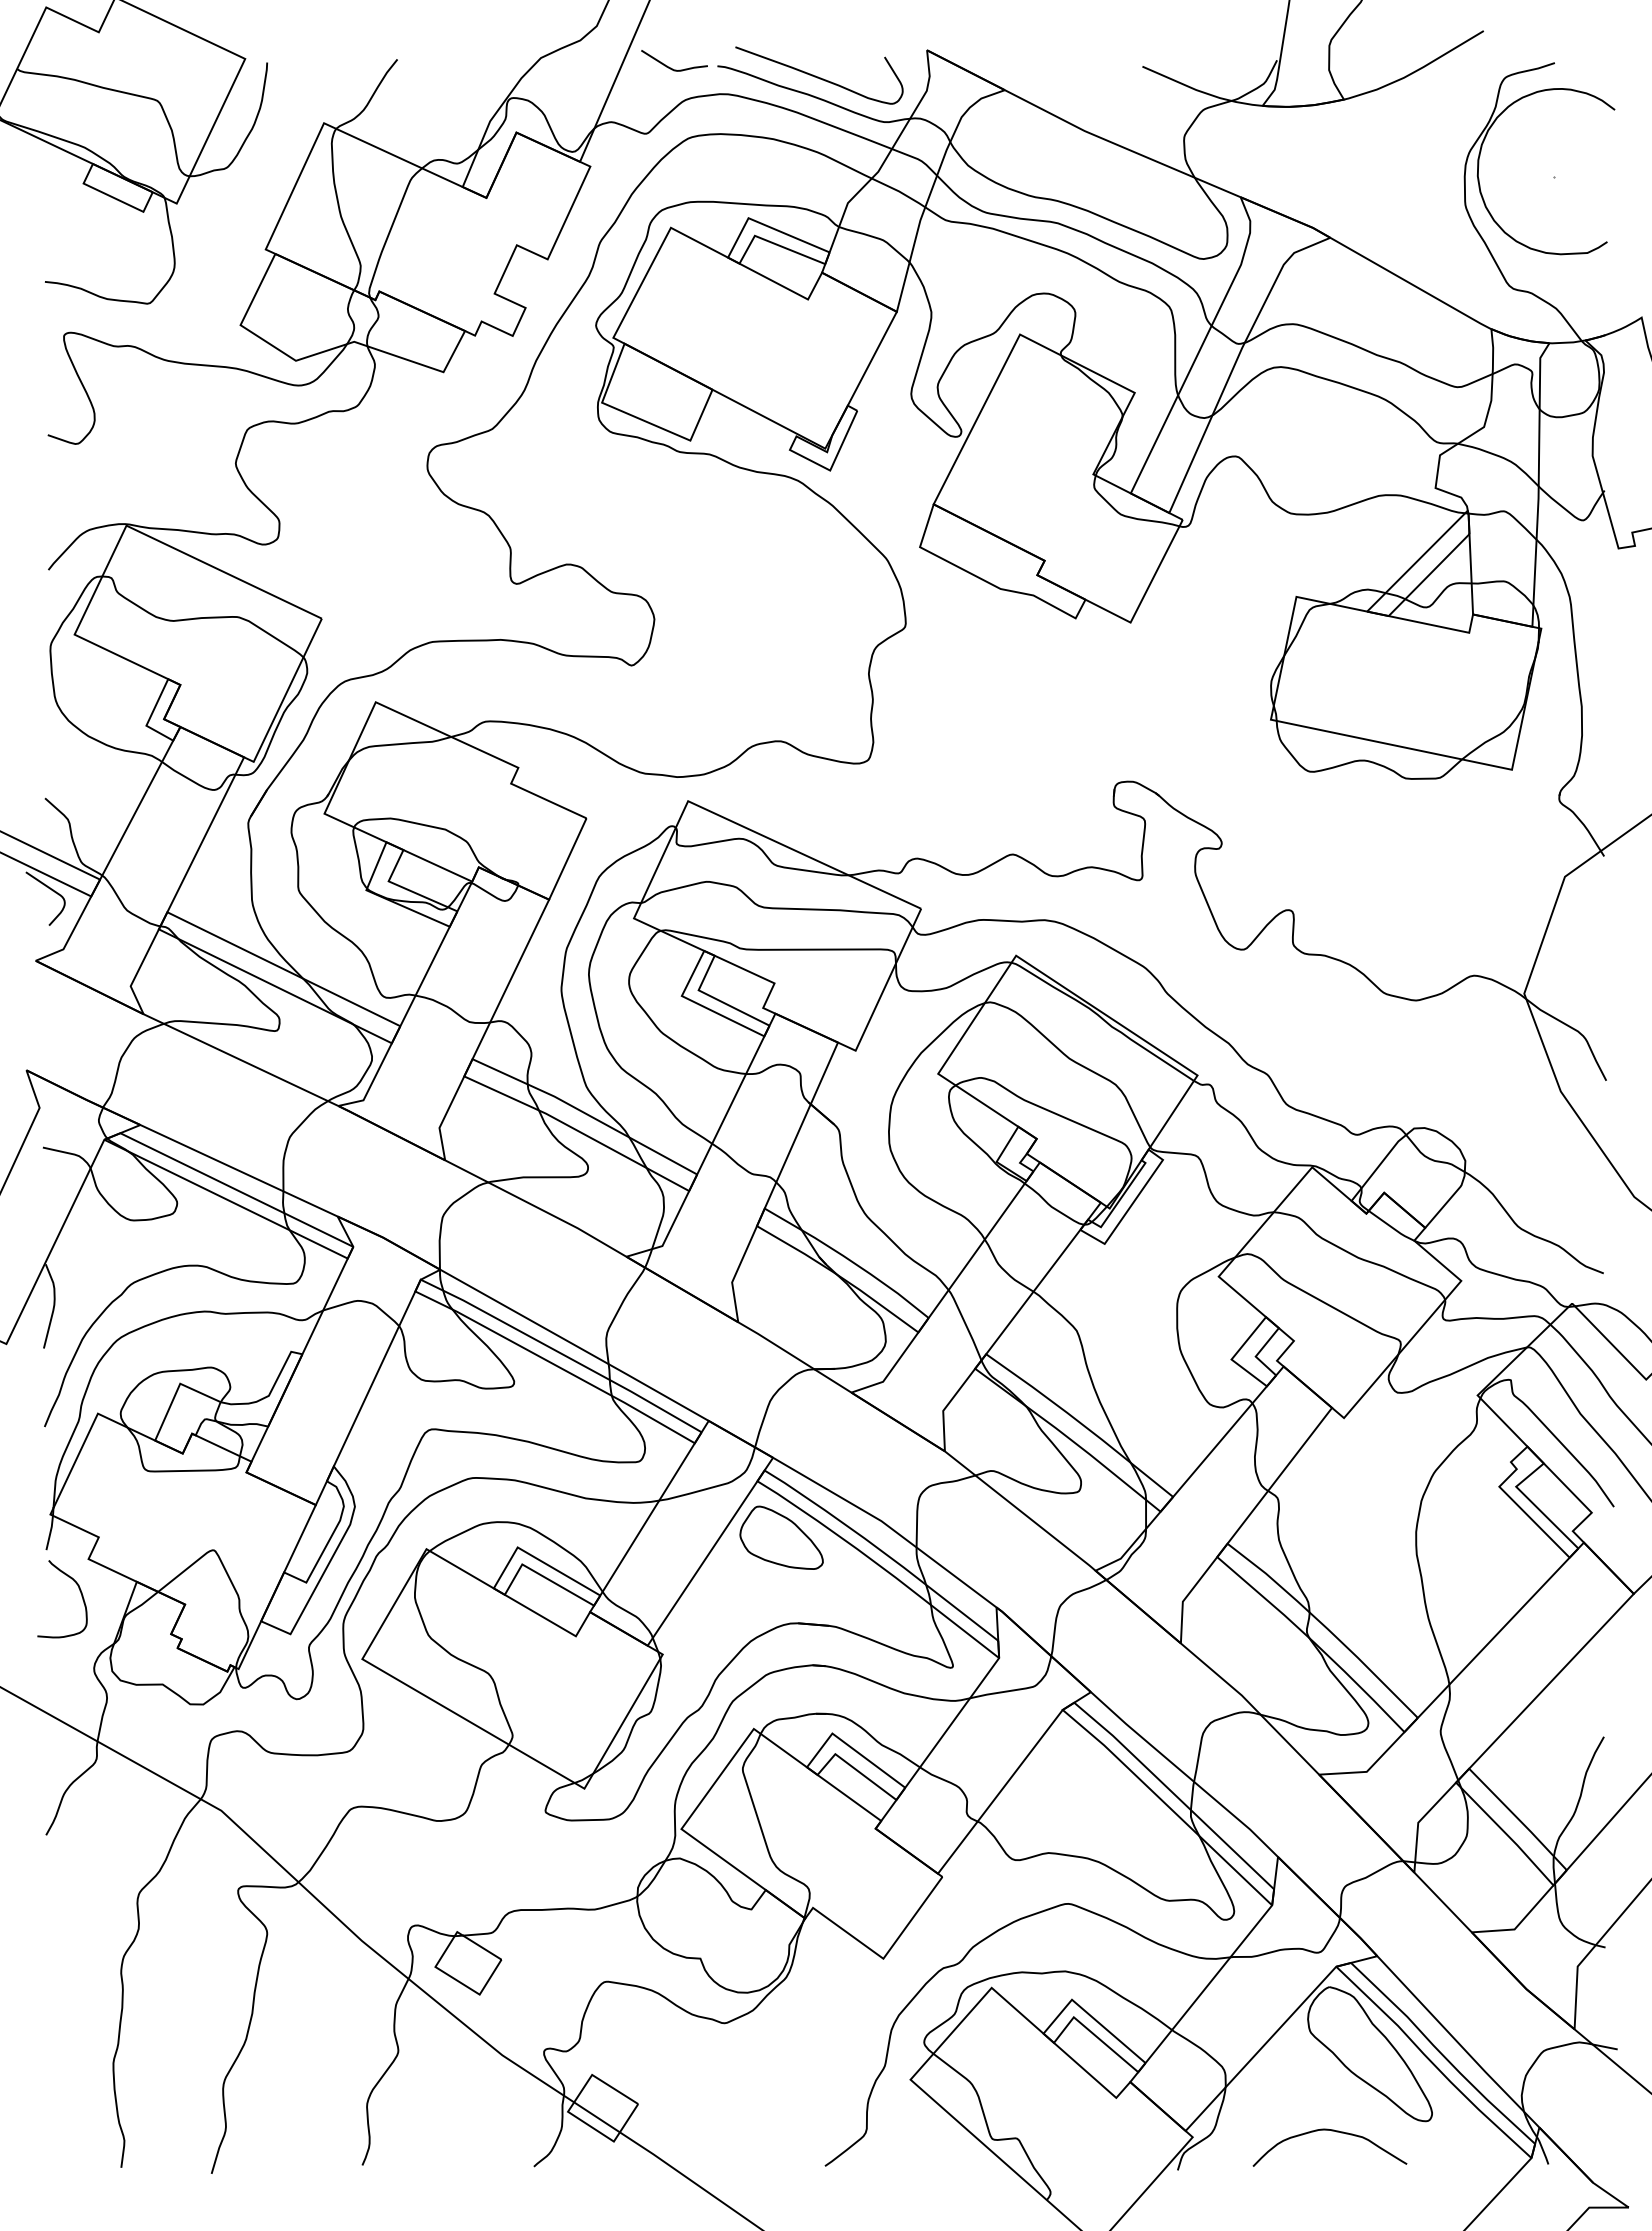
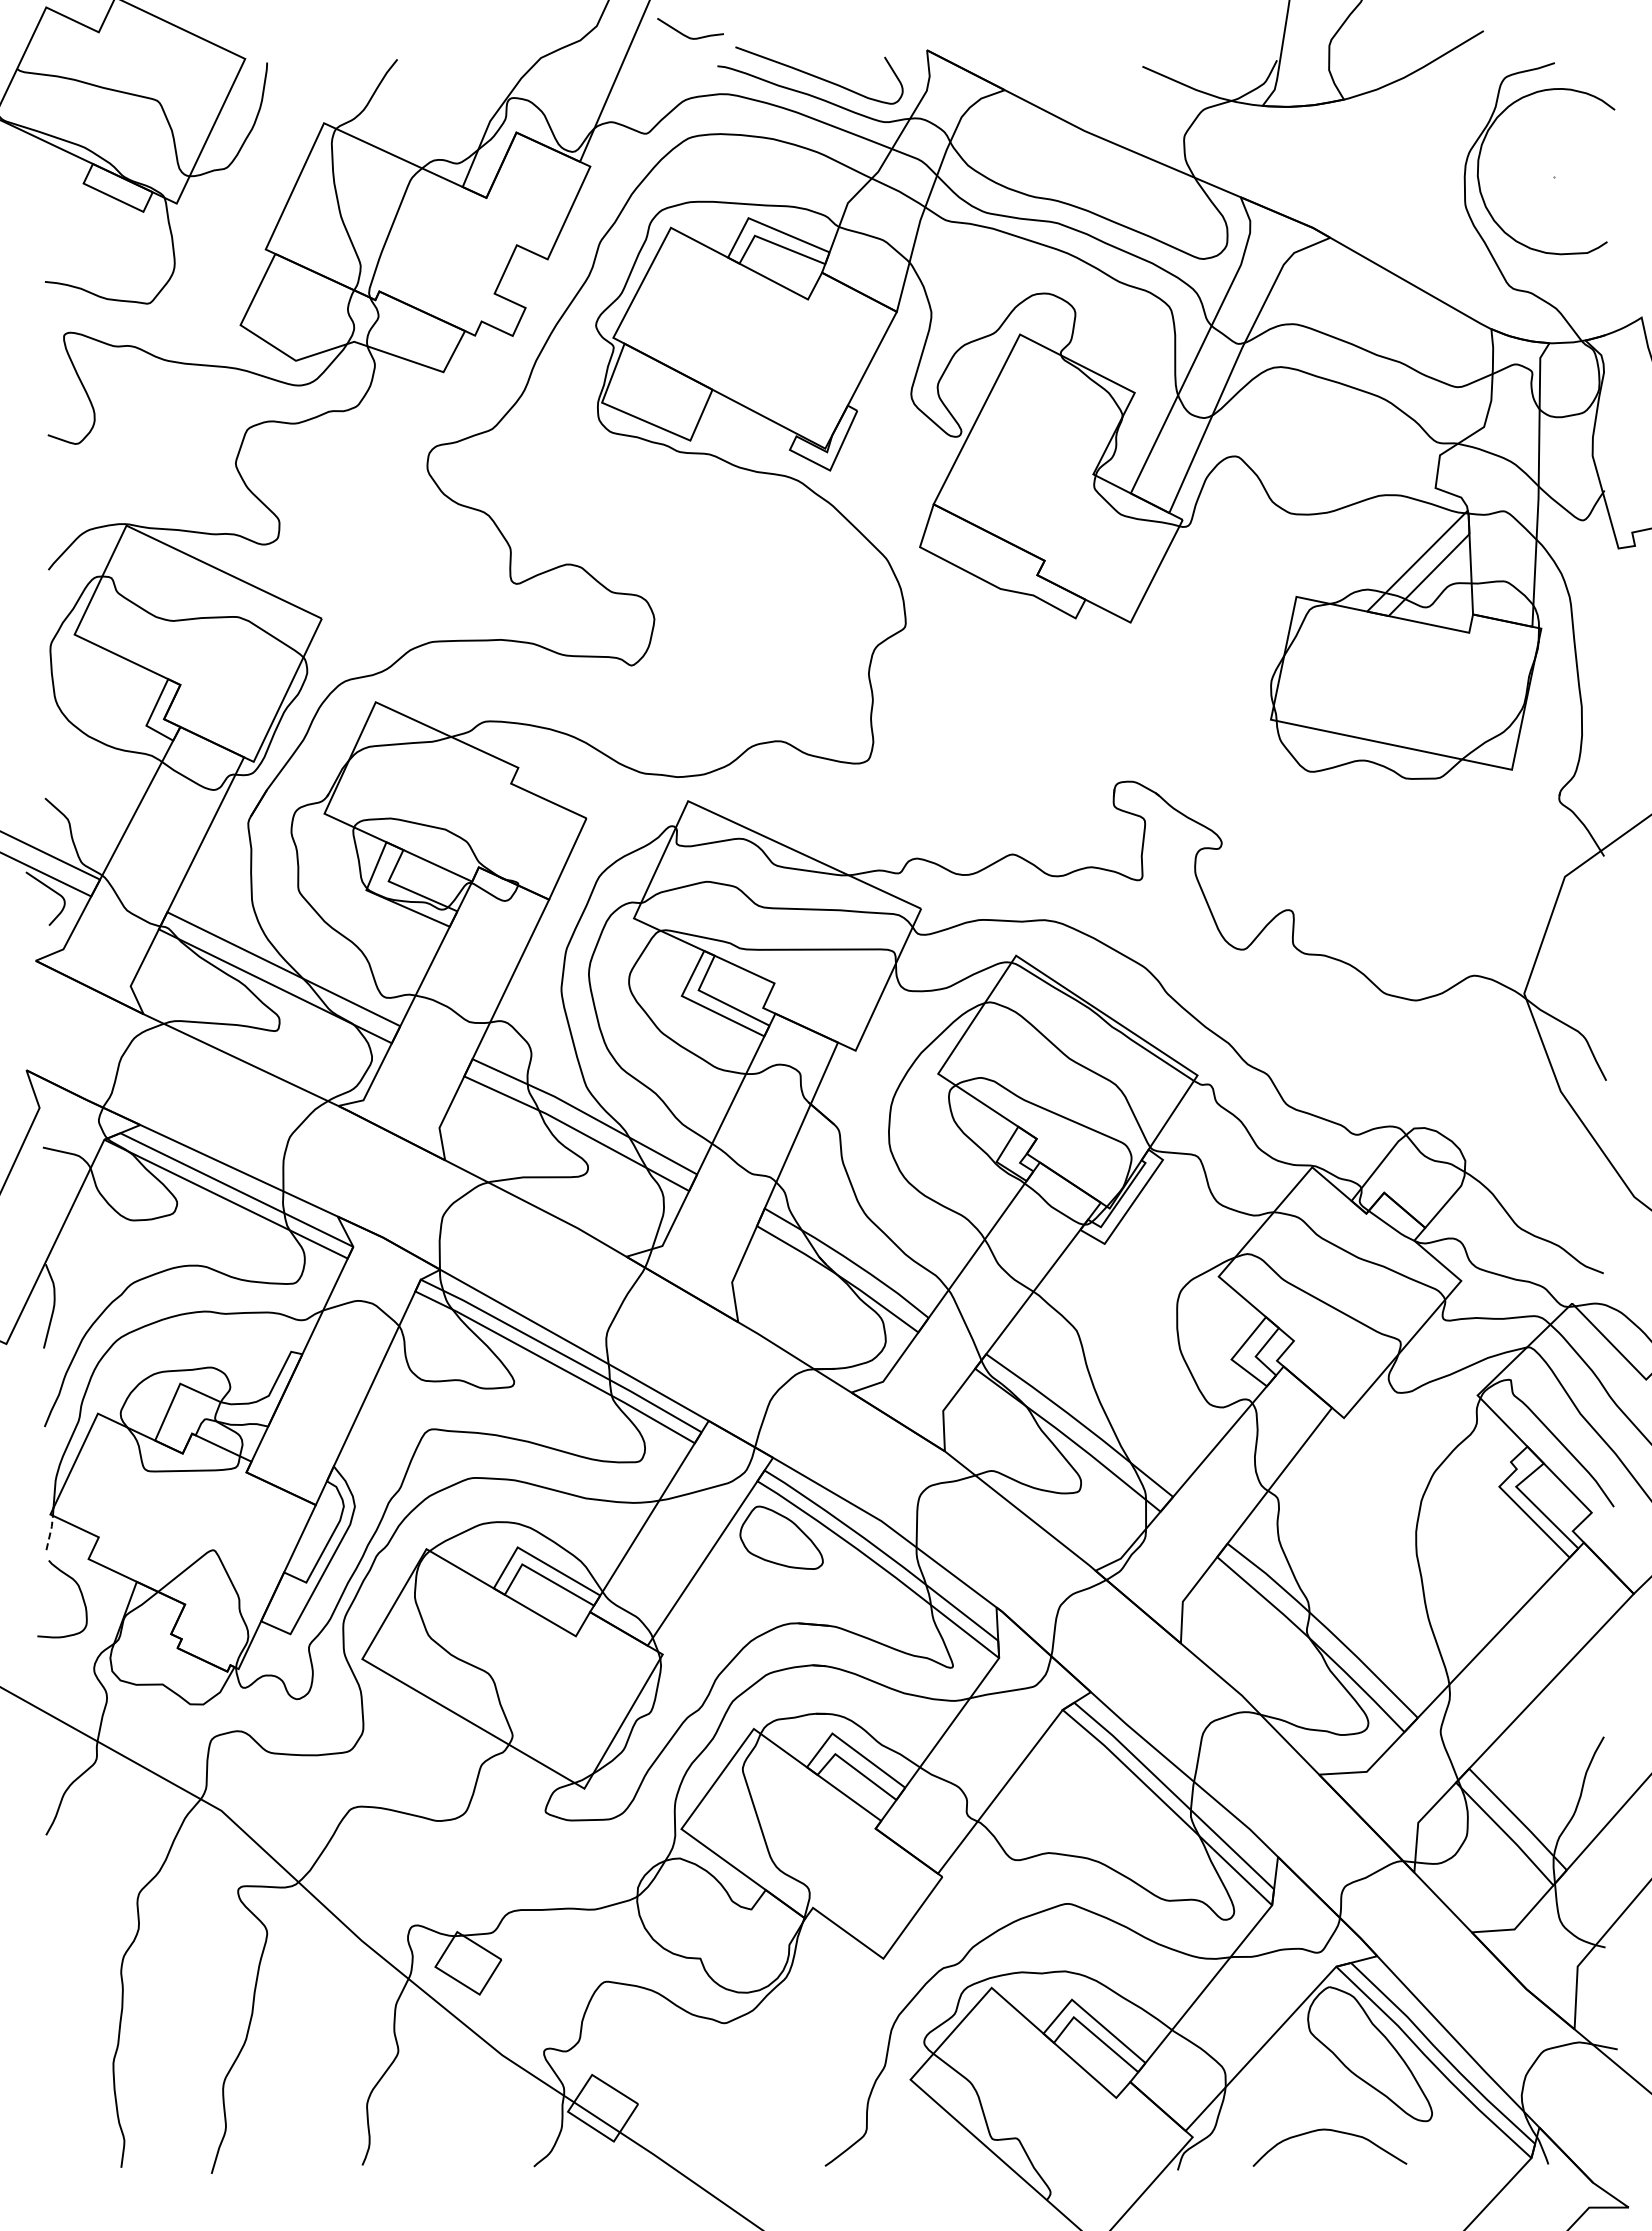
curve at (669, 66) position: (669, 66) -> (685, 34)
line at (50, 1531): solid -> dashed
